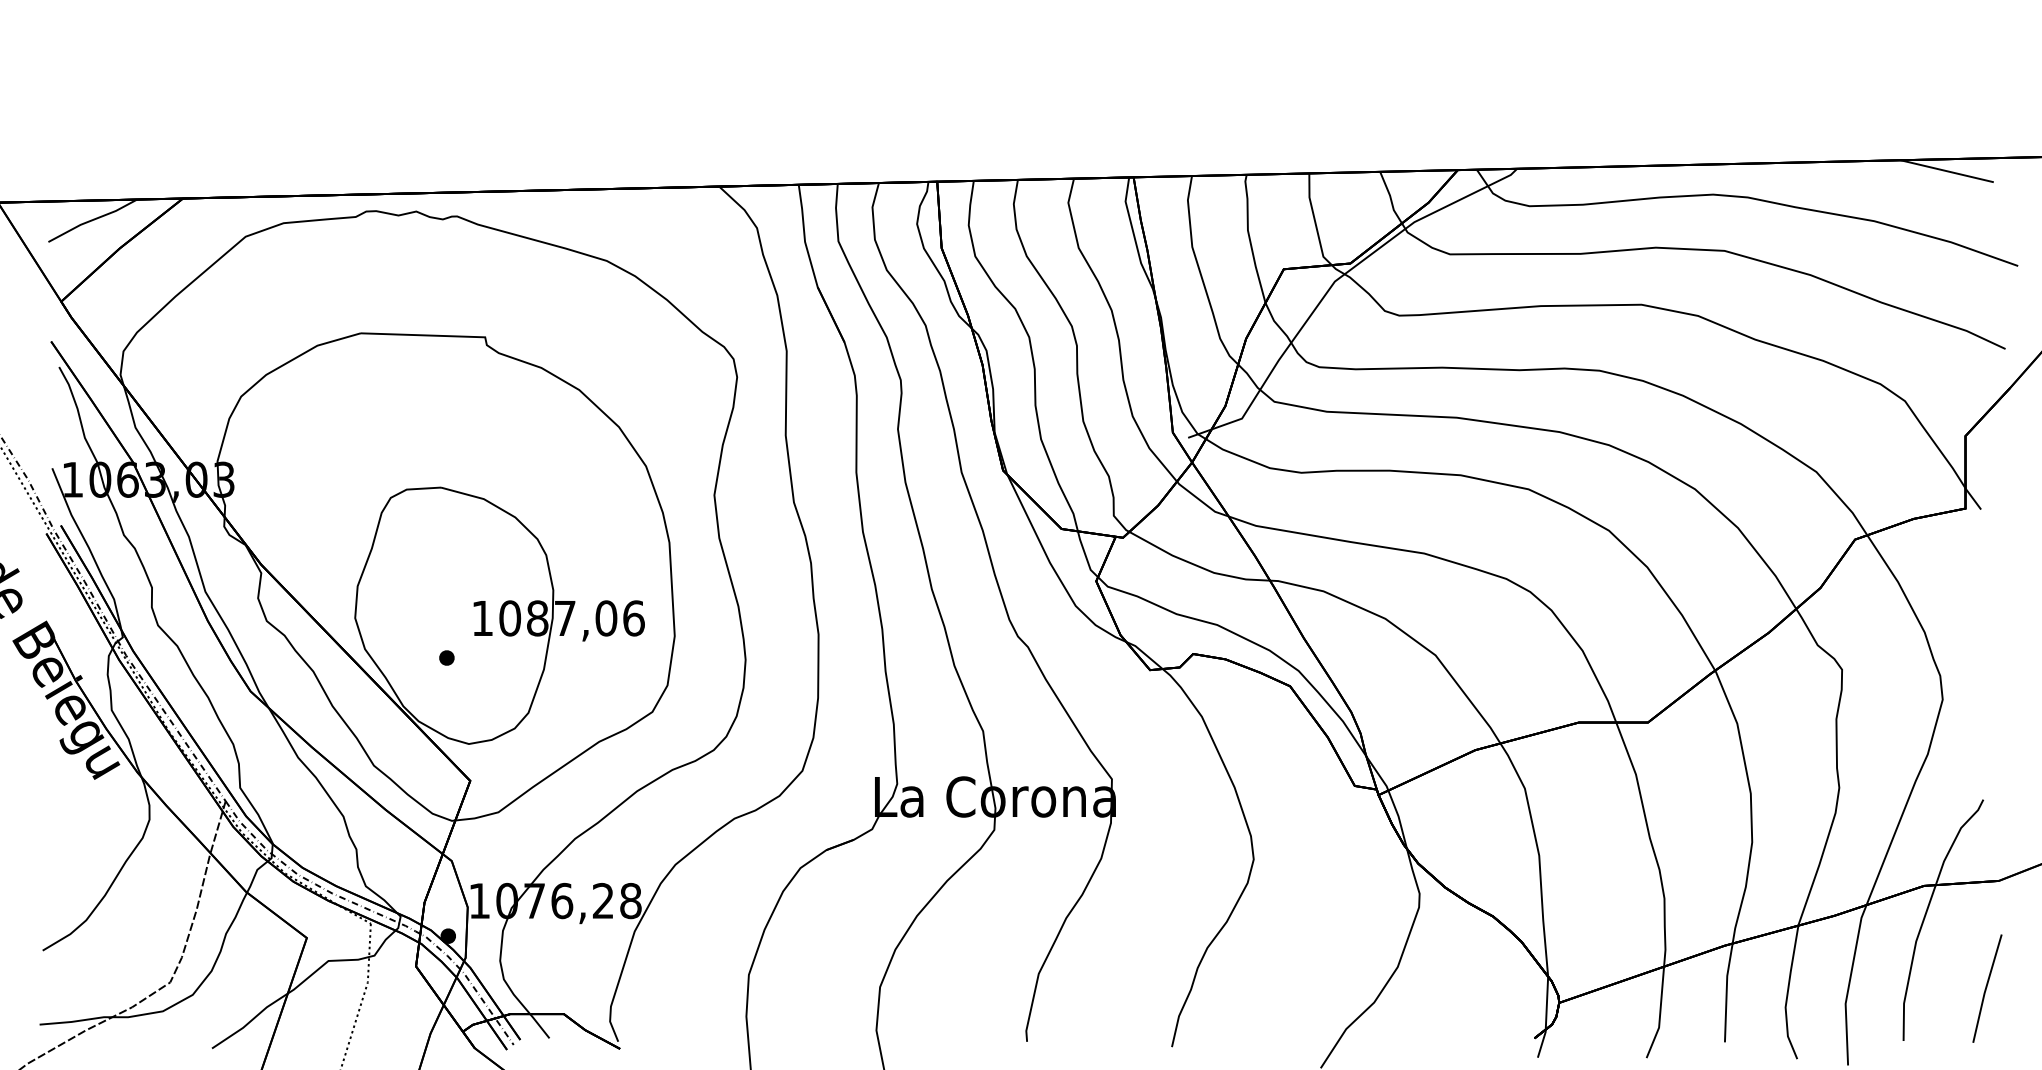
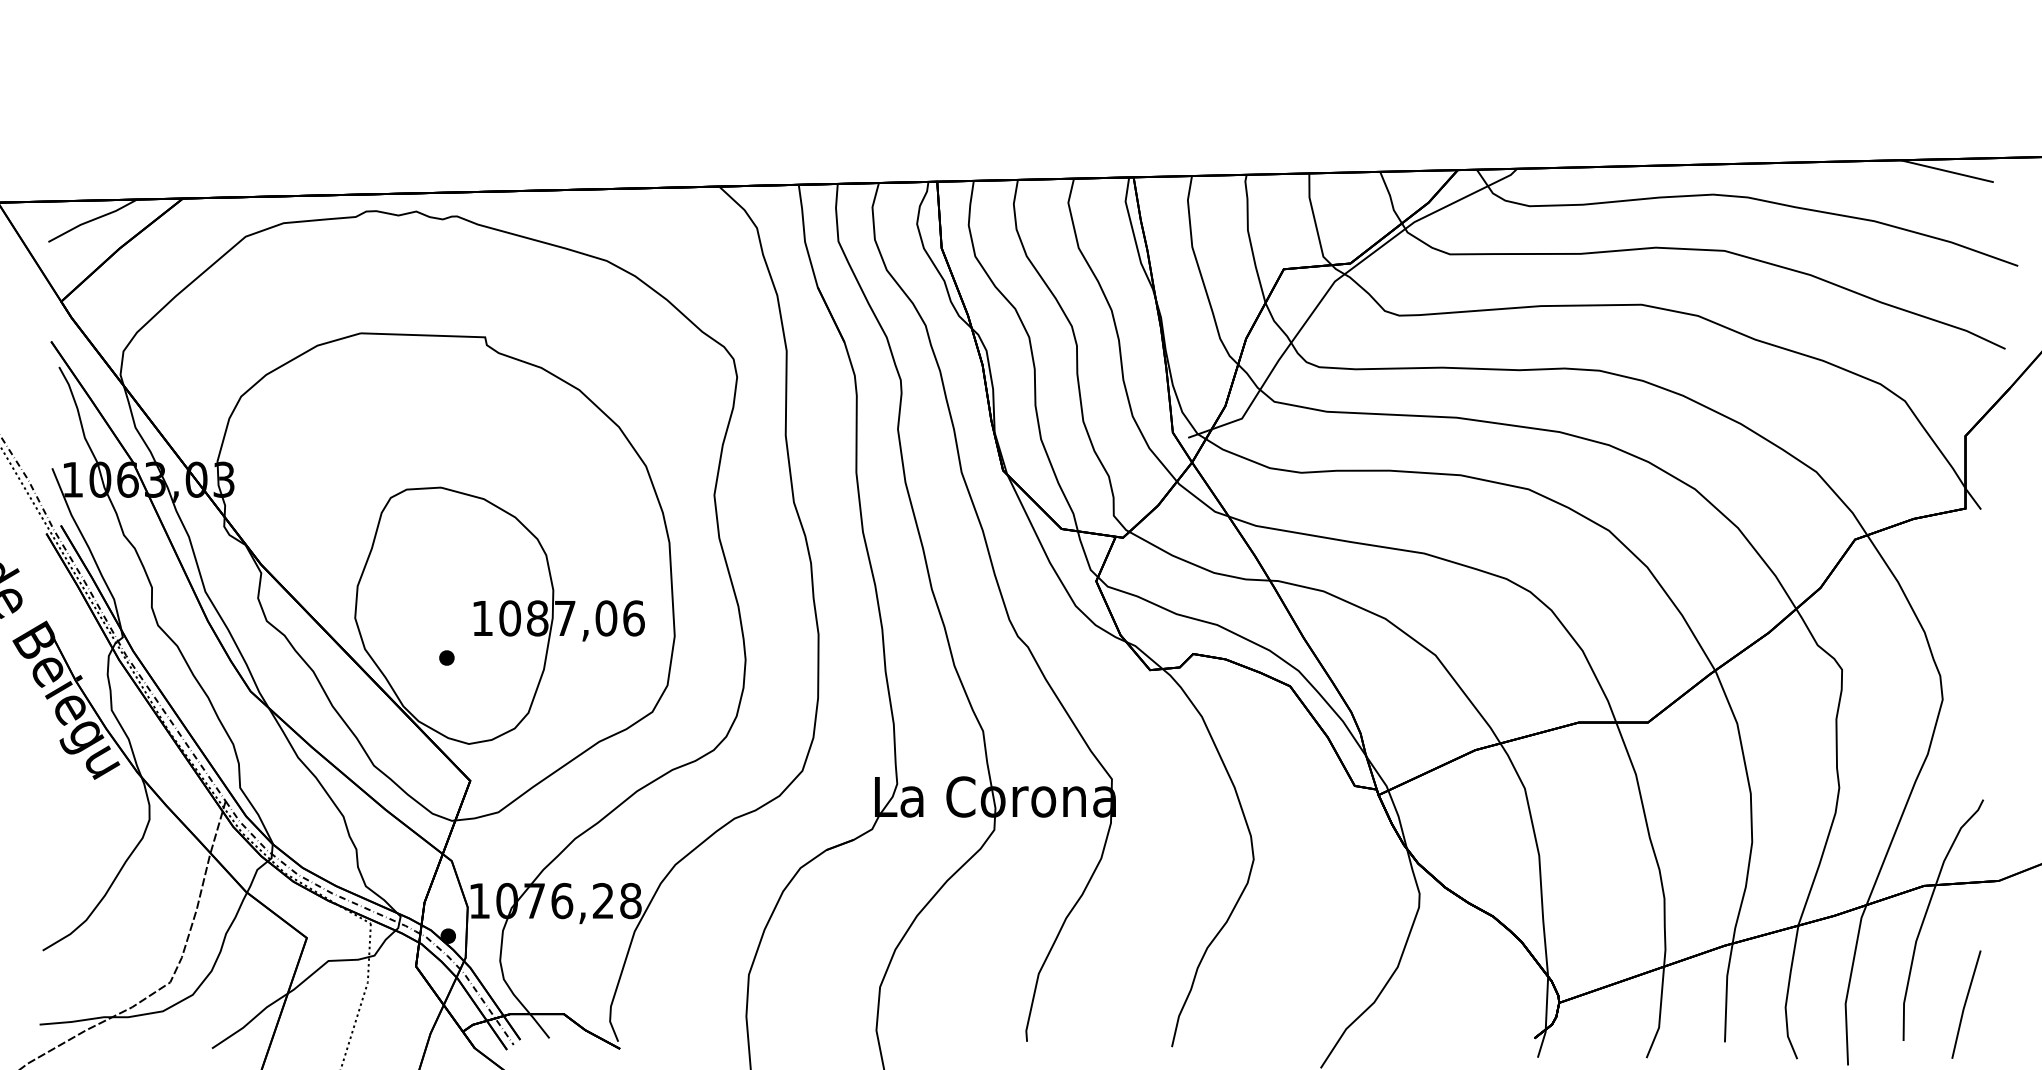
line at (1987, 987) position: (1987, 987) -> (1966, 1003)
